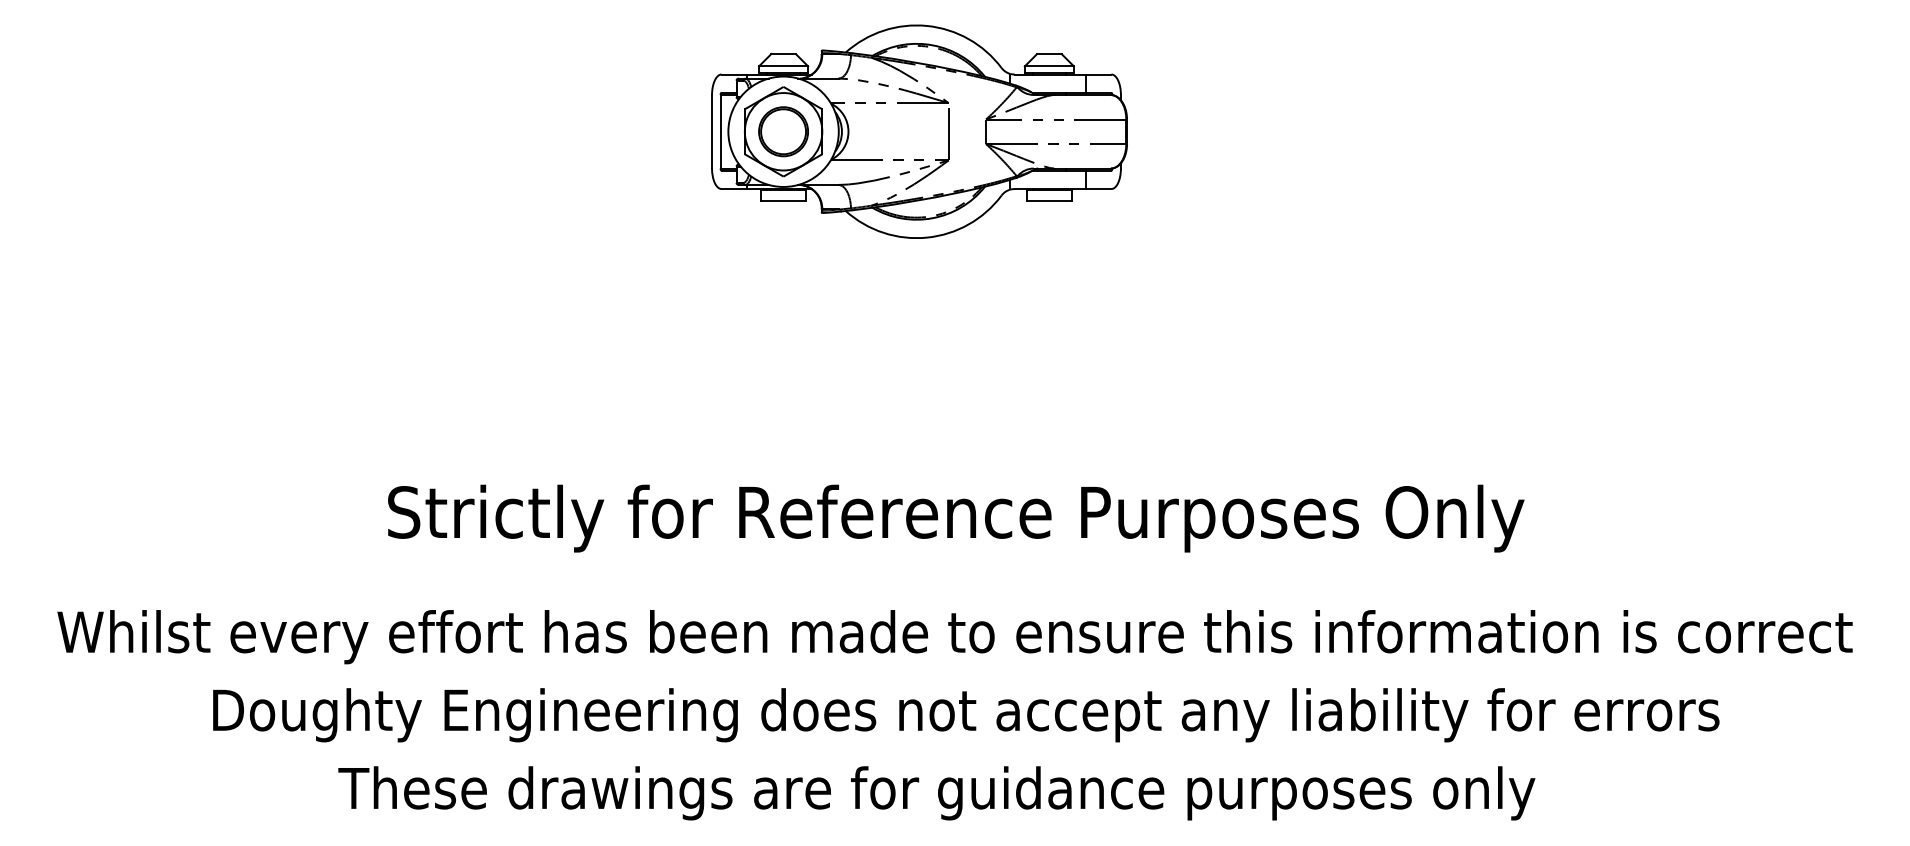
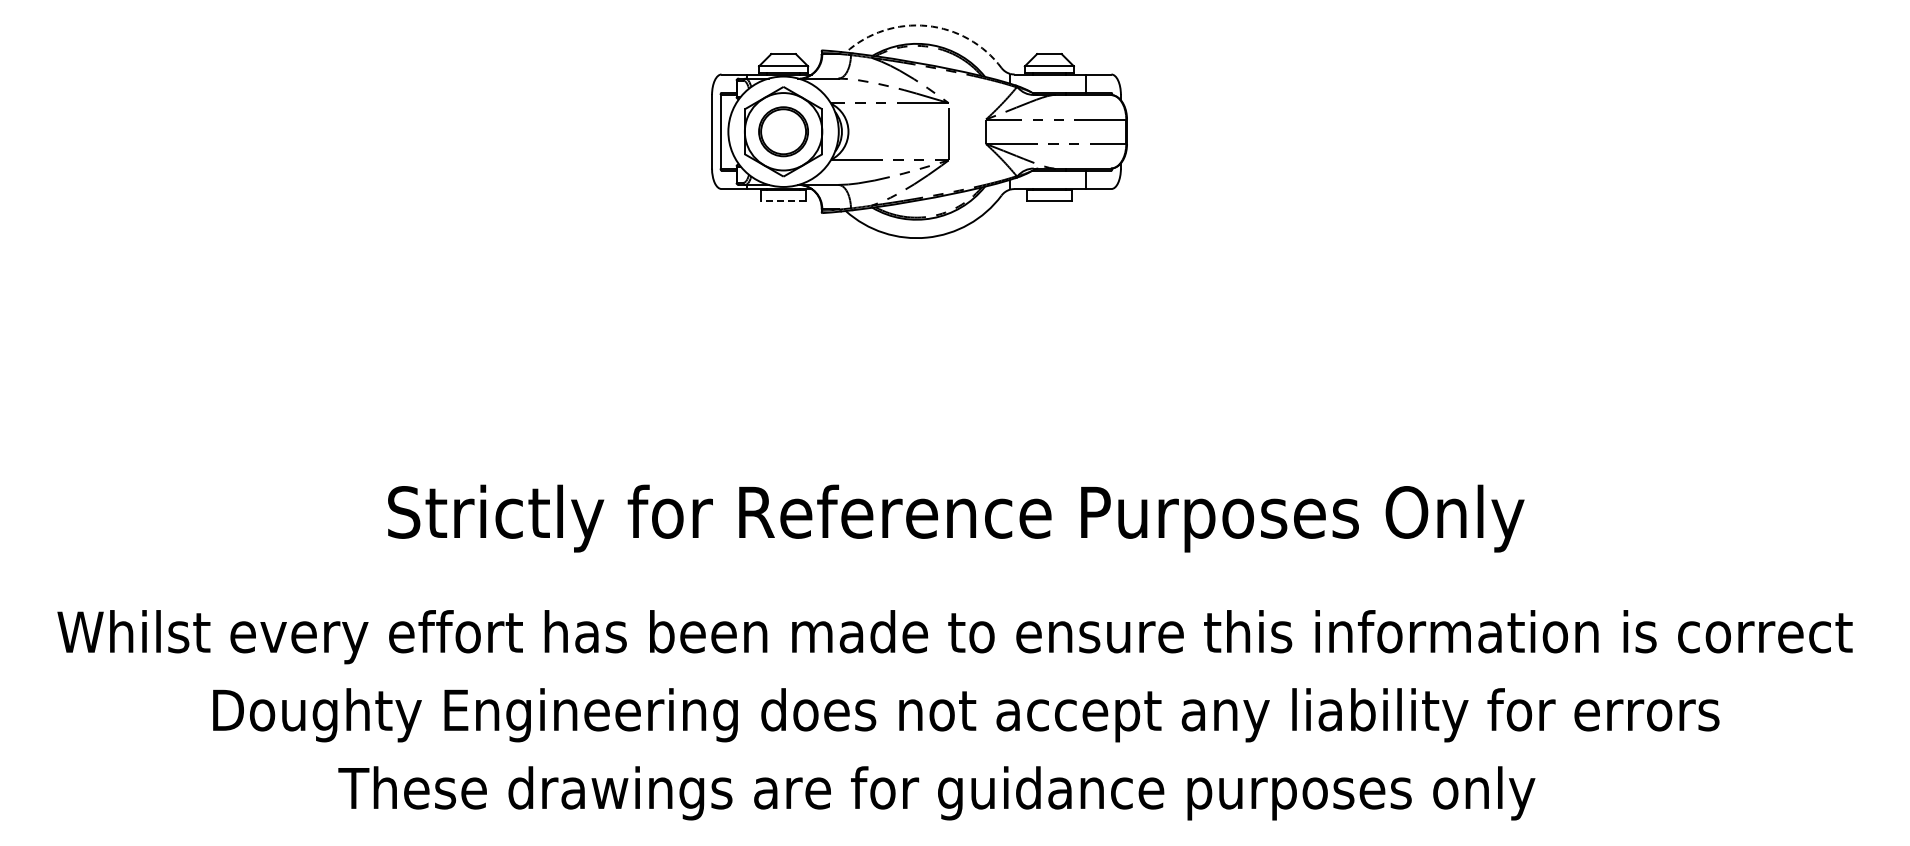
arc at (927, 25): solid -> dashed
line at (783, 201): solid -> dashed
